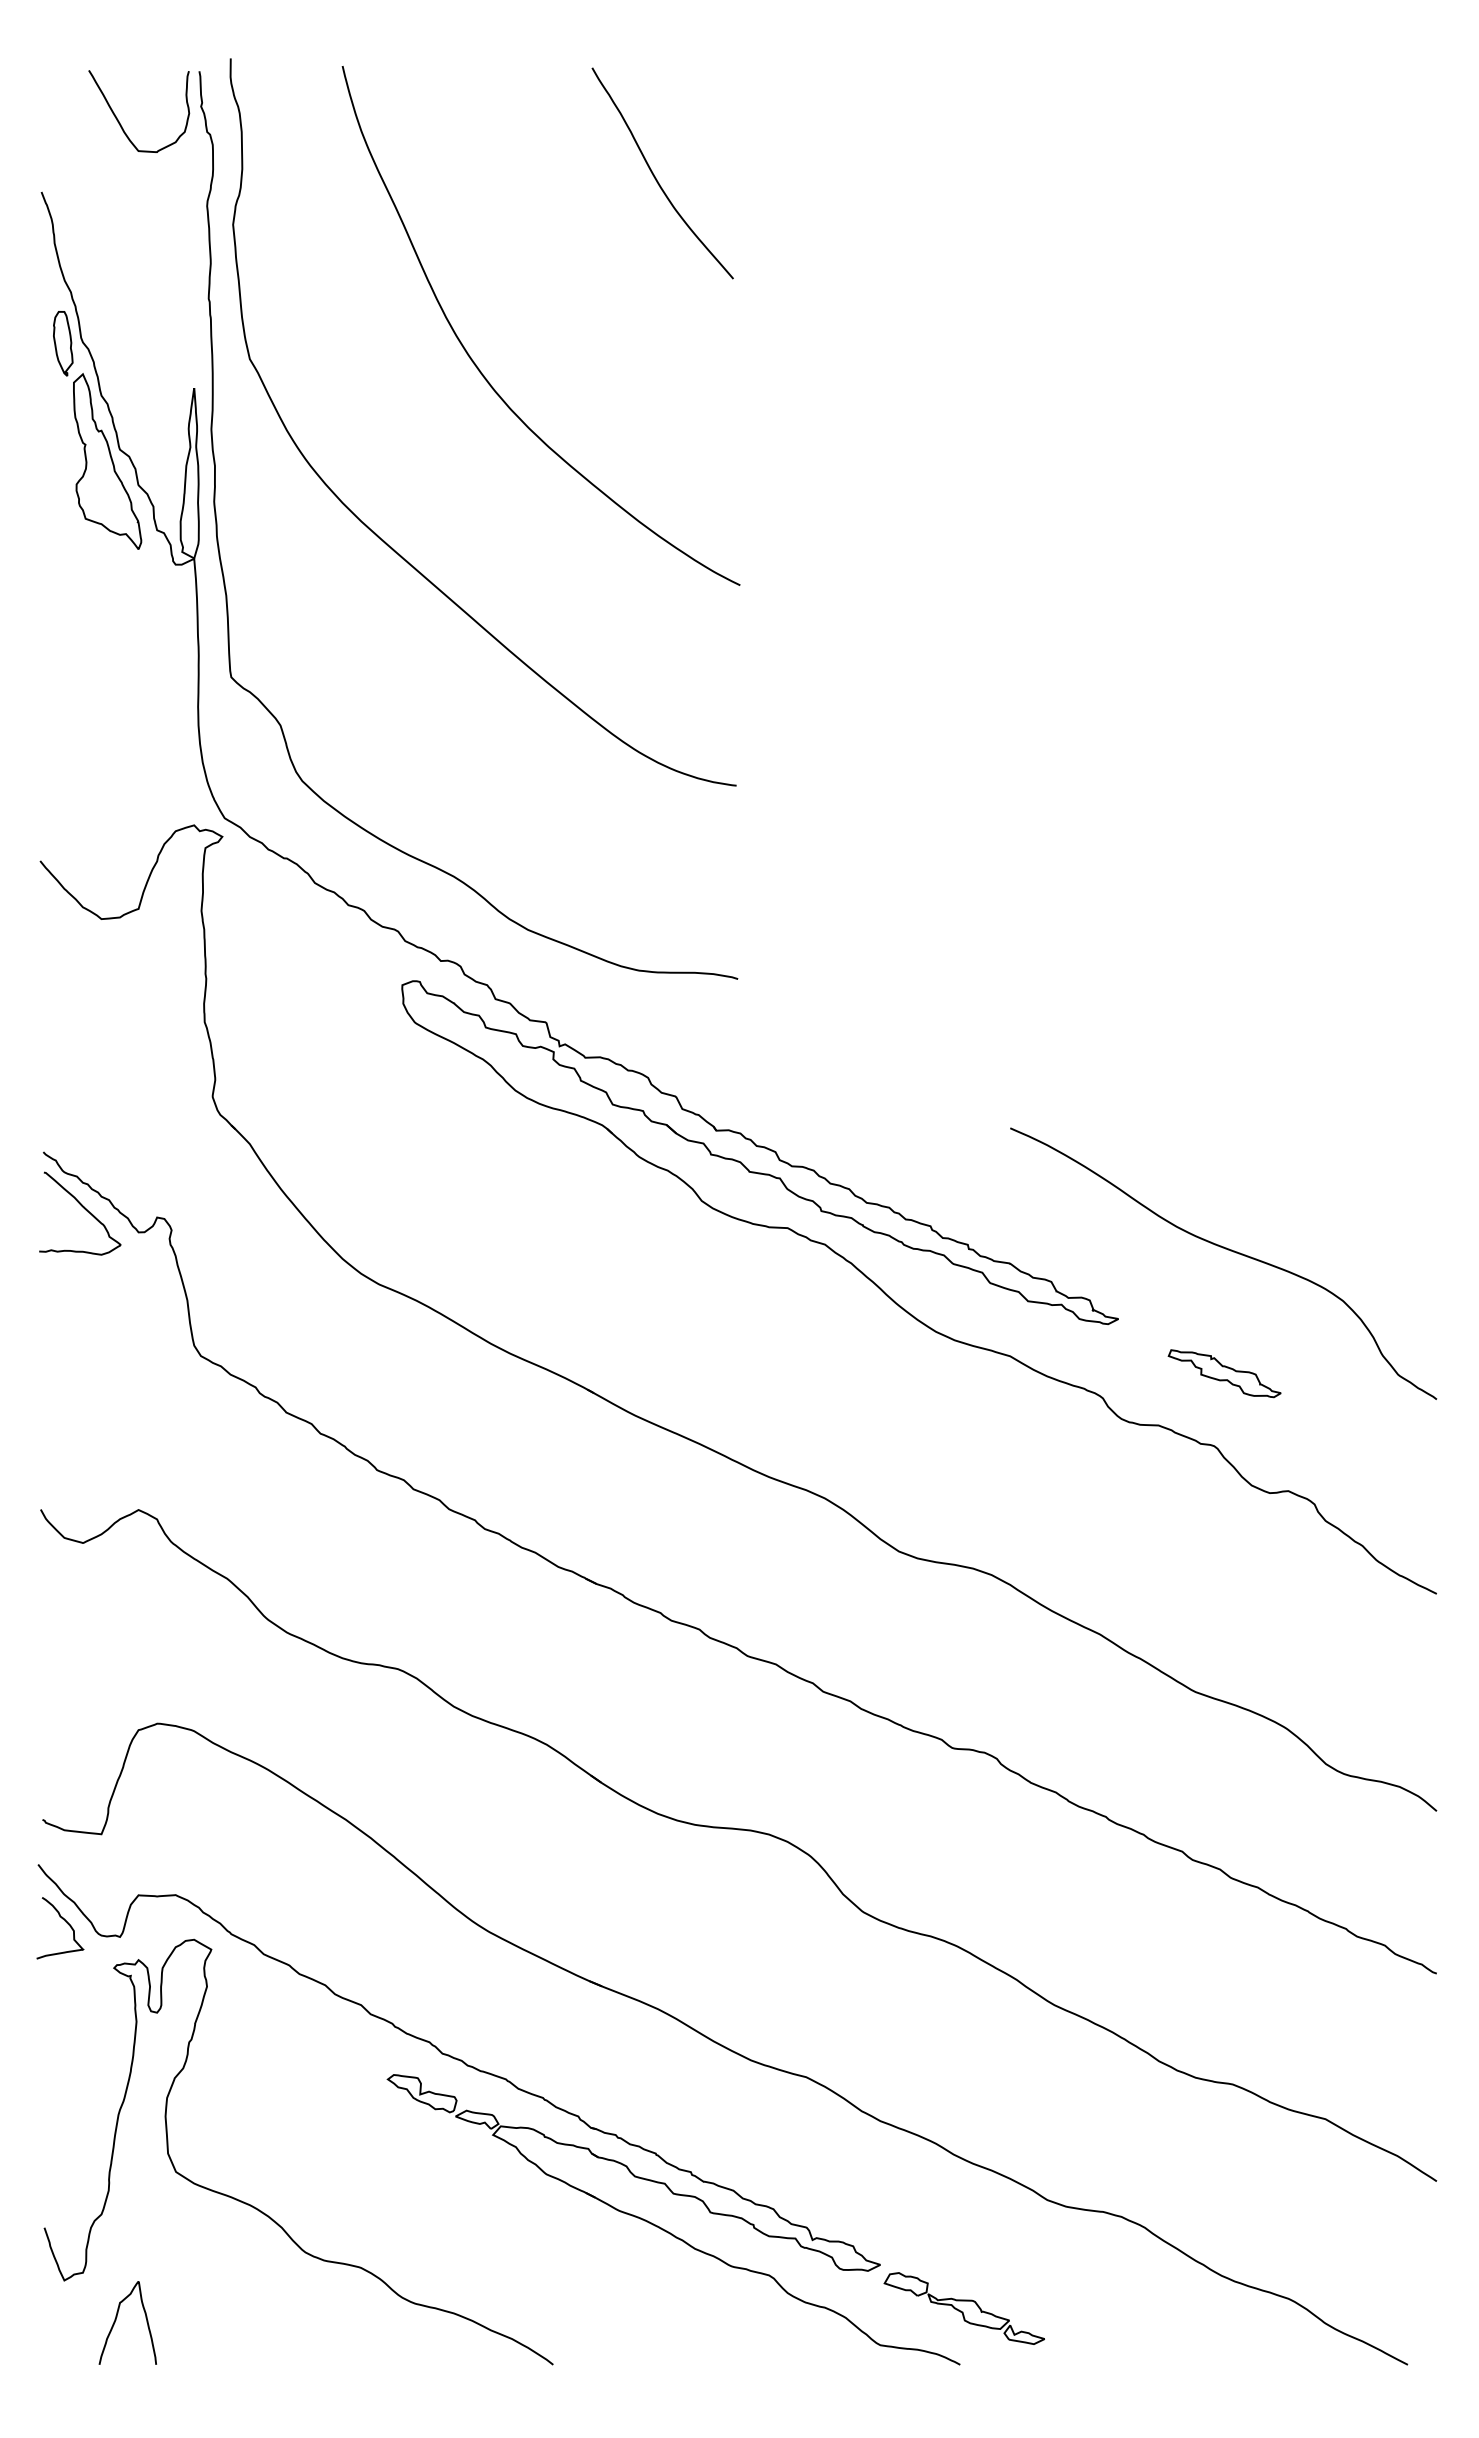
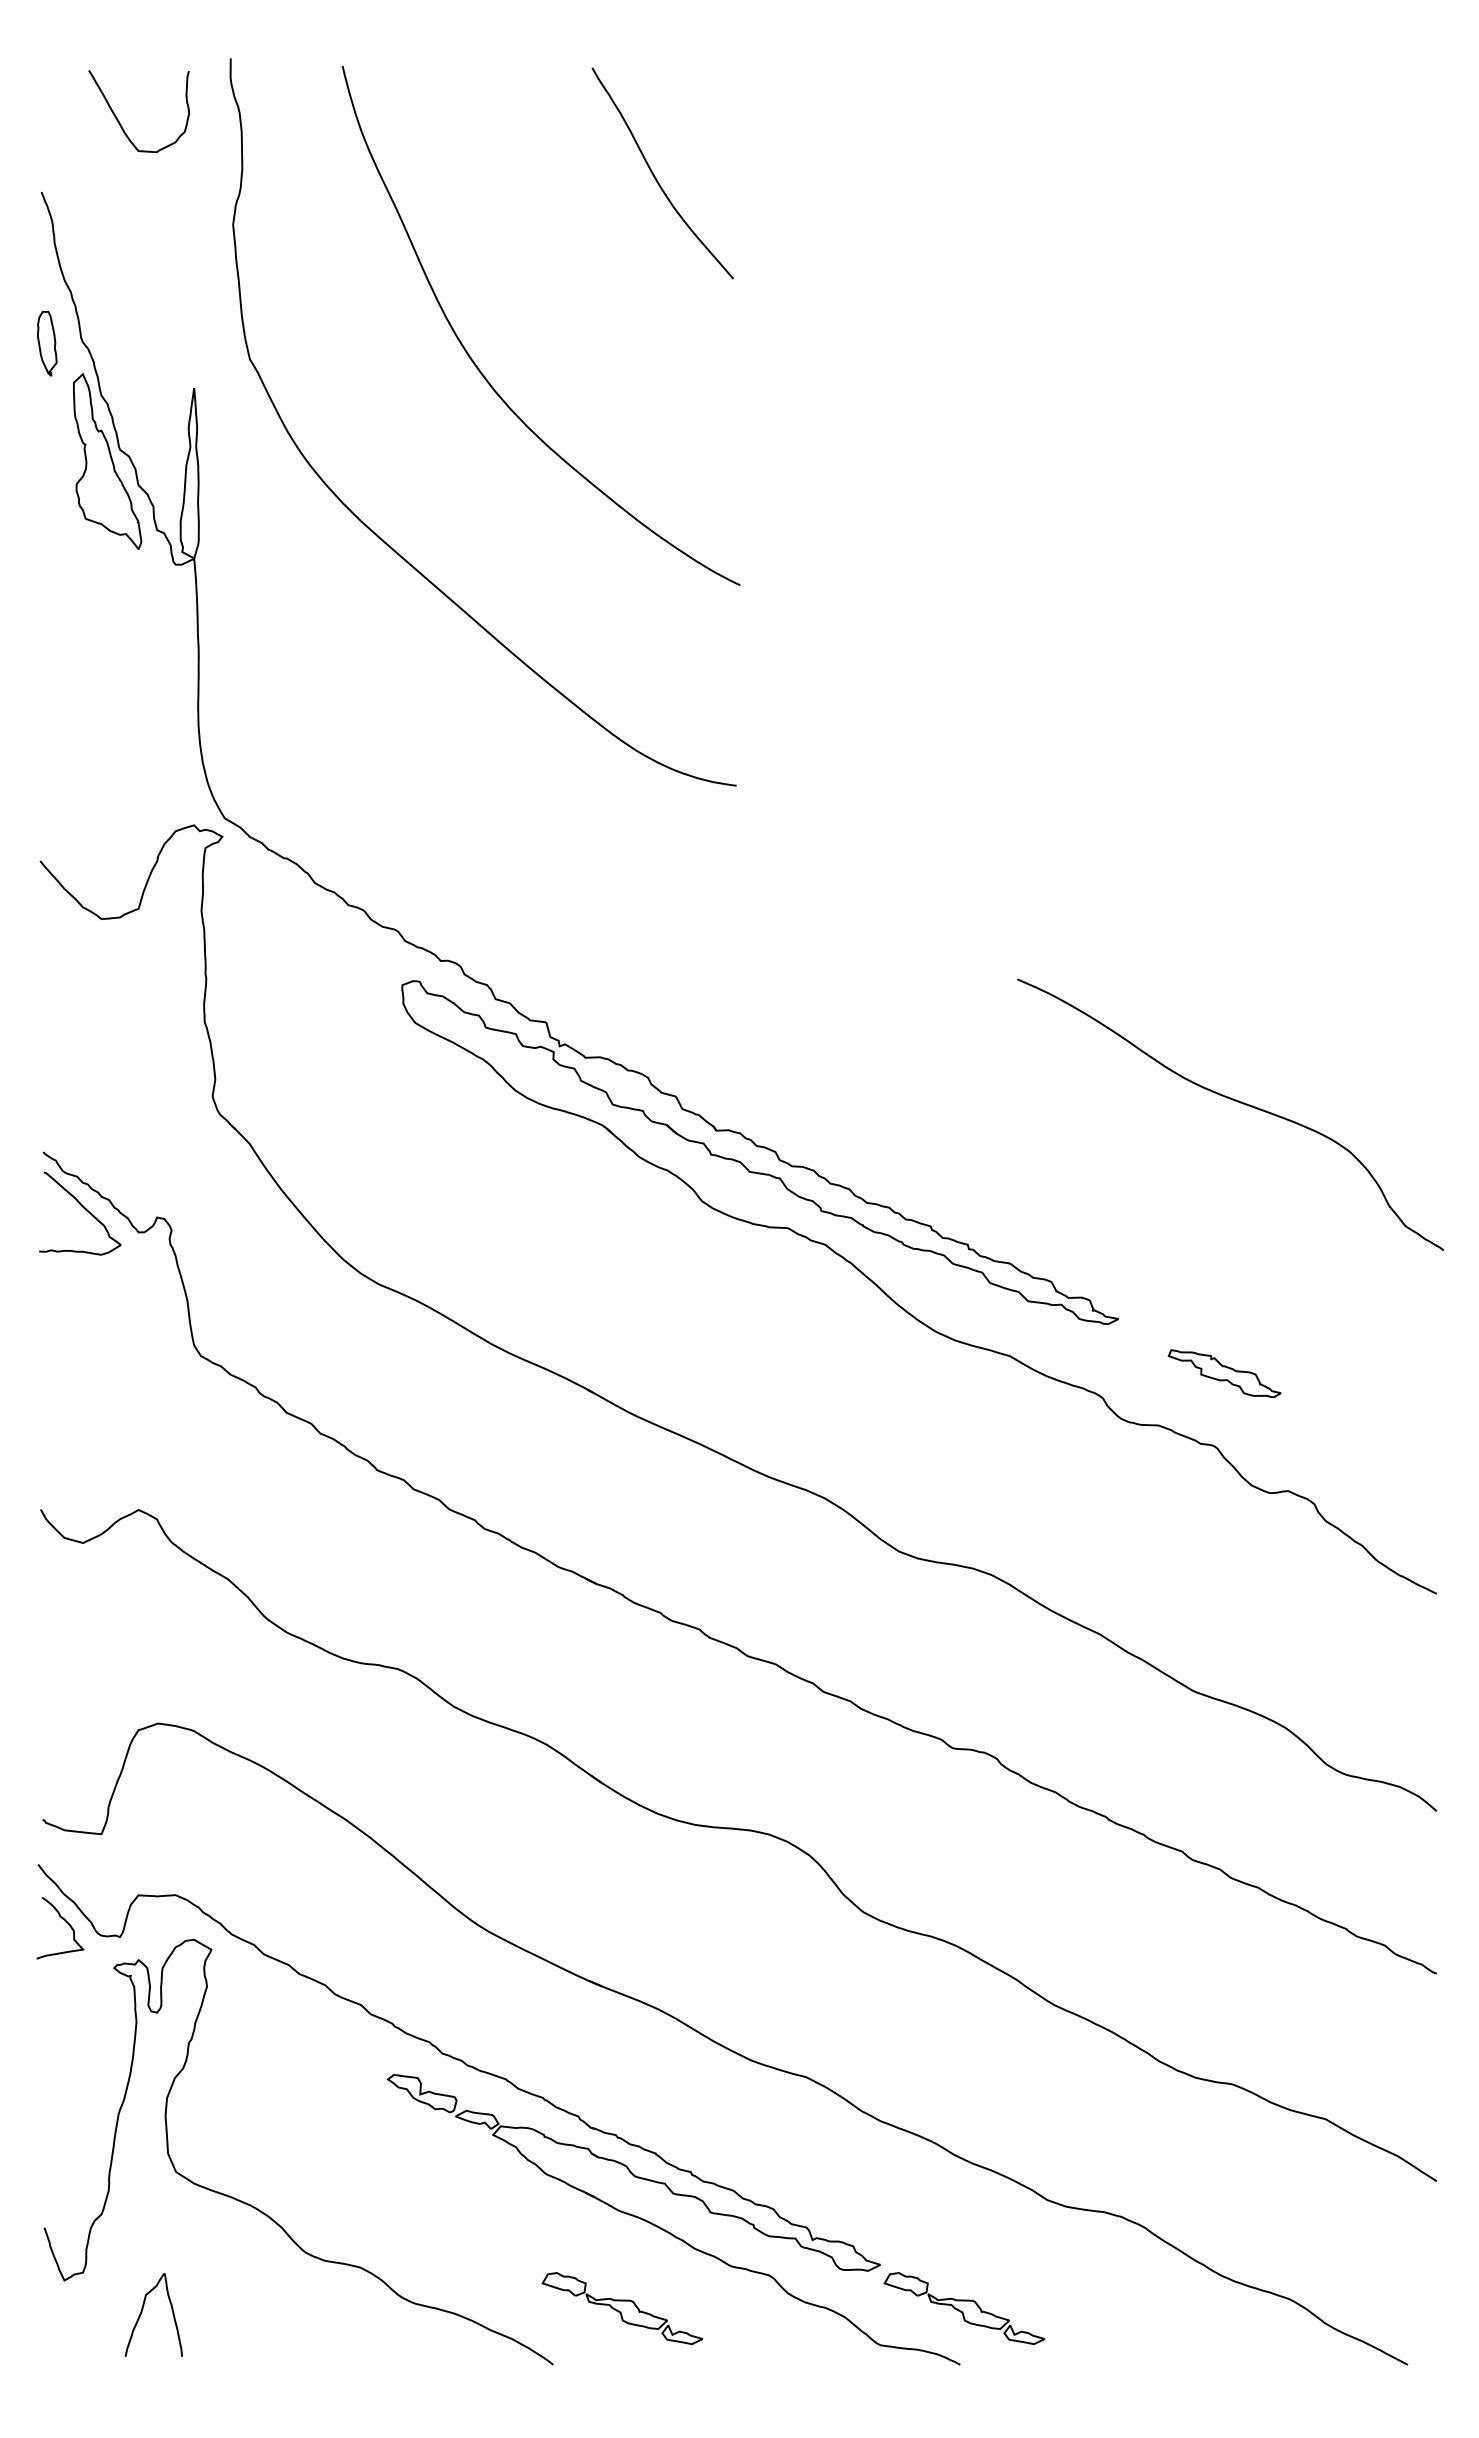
part at (63, 343) position: (63, 343) -> (47, 343)
curve at (223, 570): present -> none
curve at (1230, 1251) position: (1230, 1251) -> (1237, 1102)
part at (621, 2308): none -> present
curve at (117, 2317) position: (117, 2317) -> (143, 2309)
